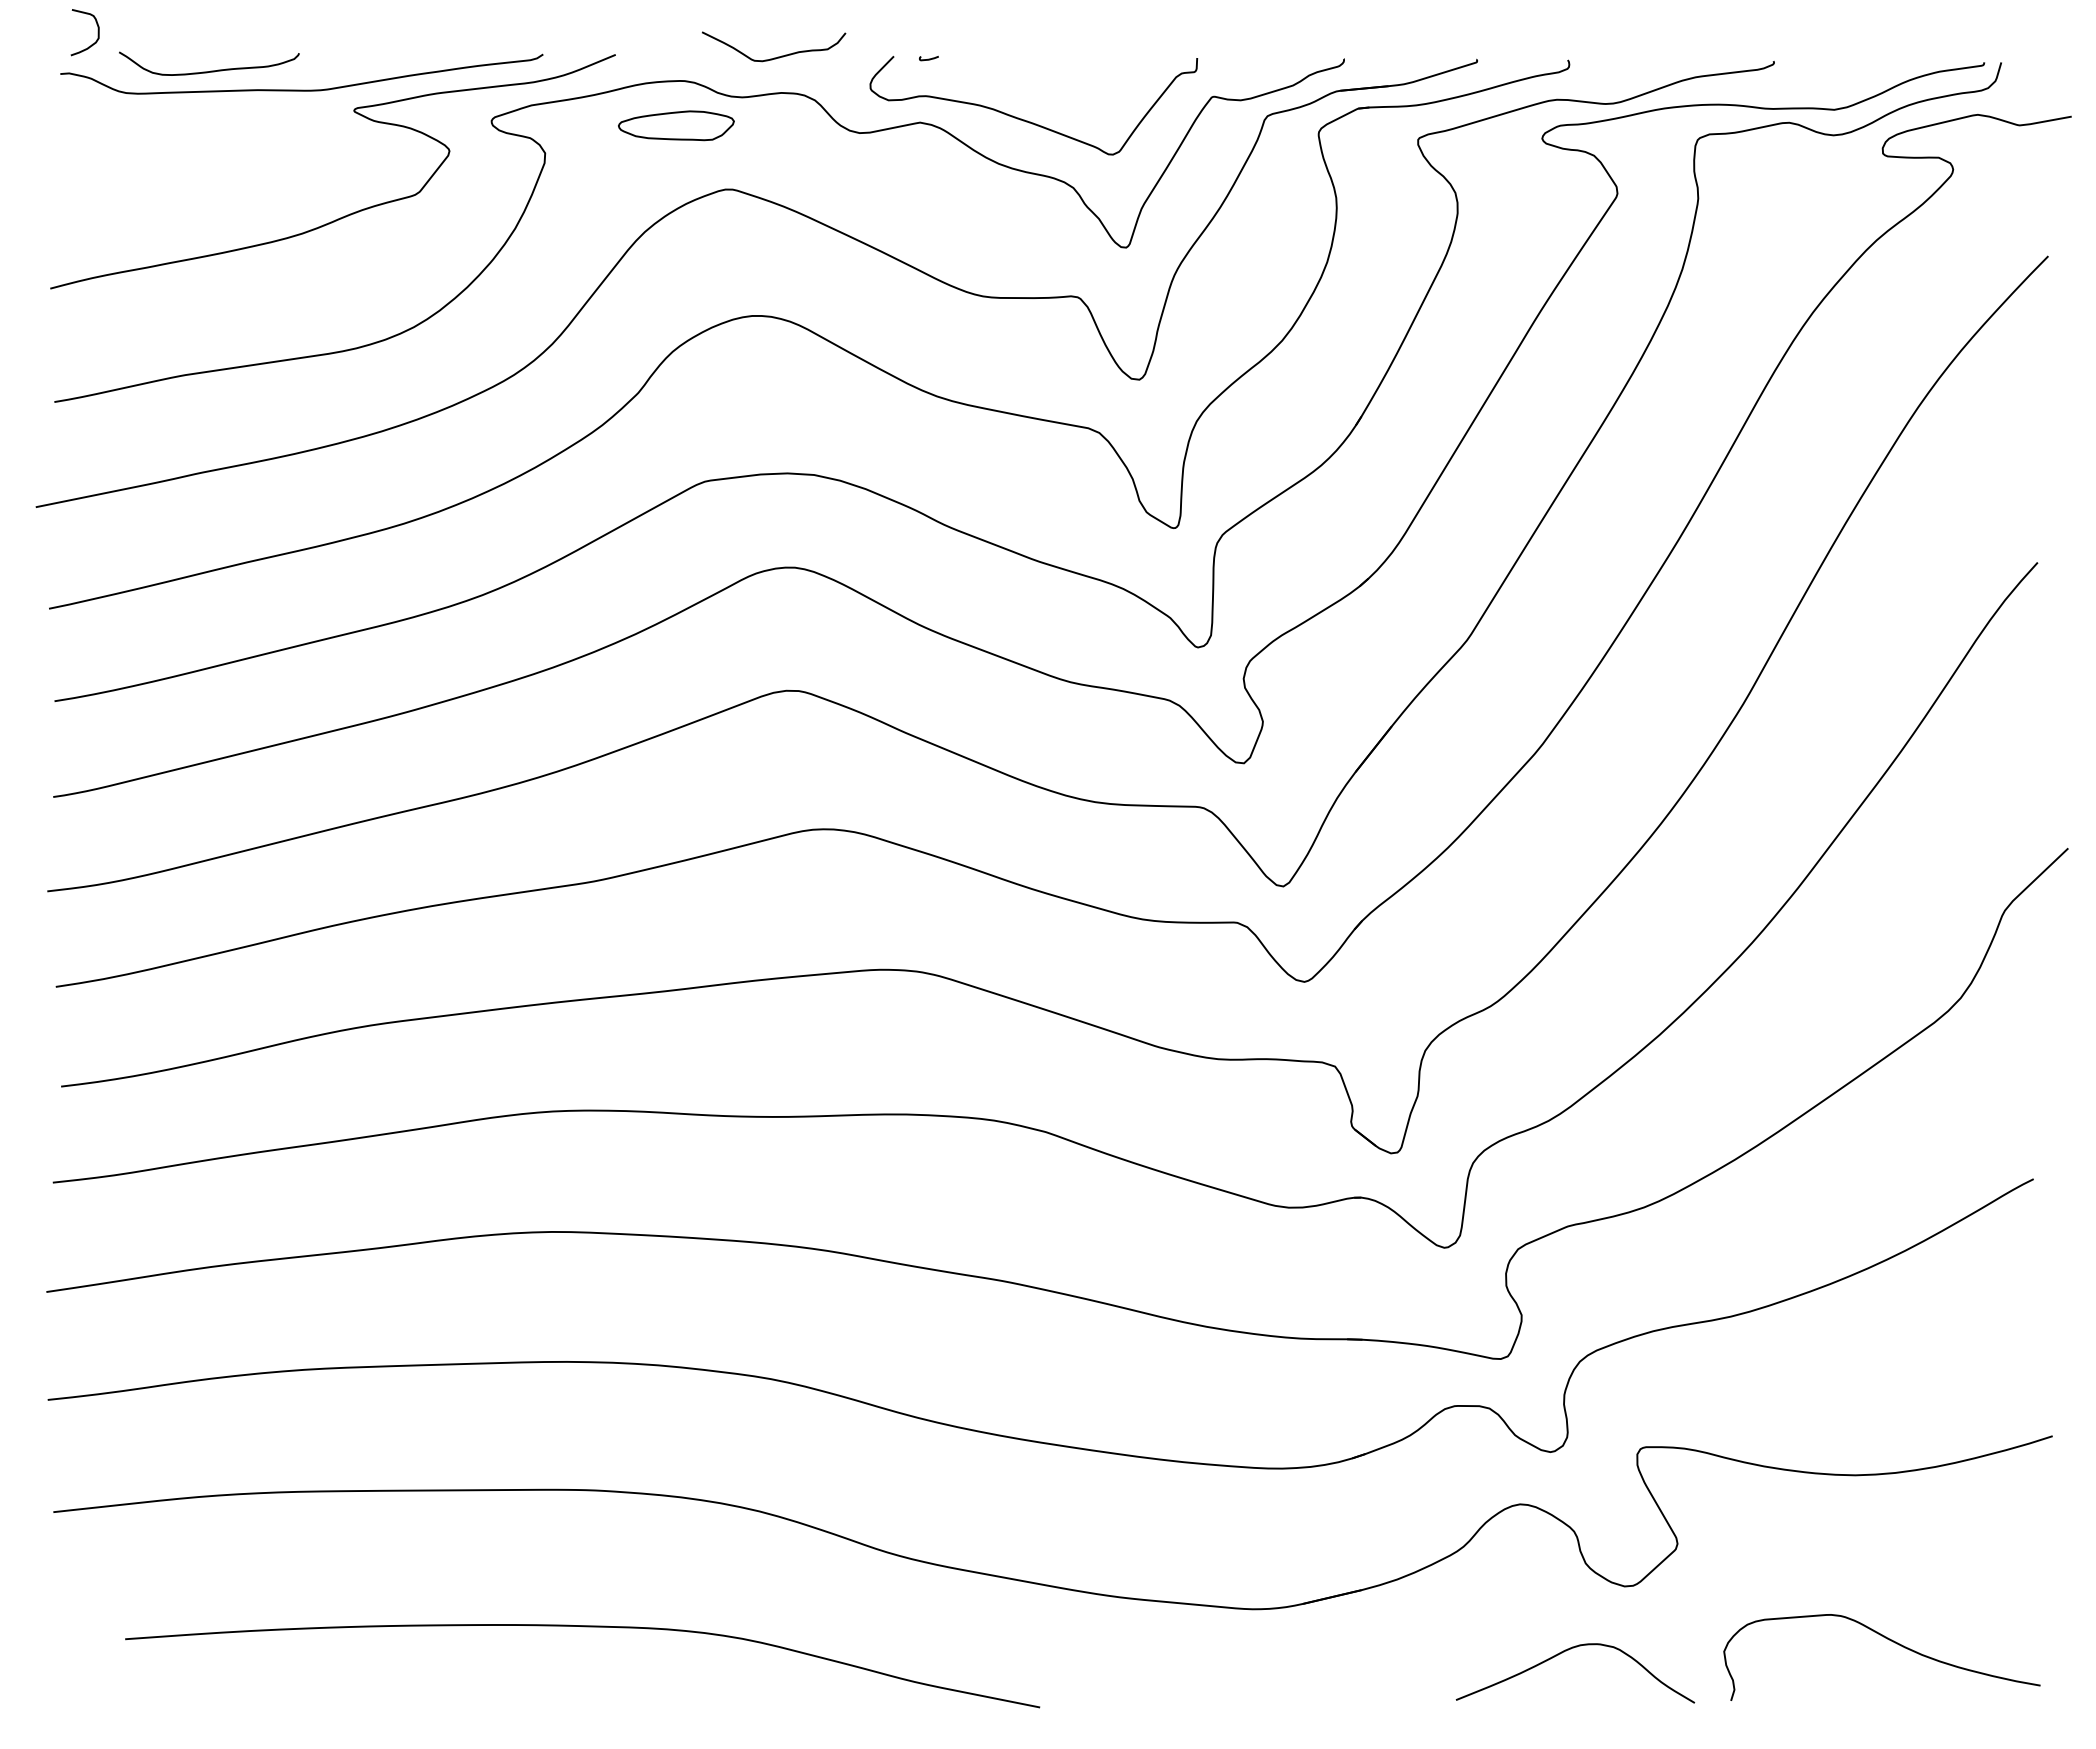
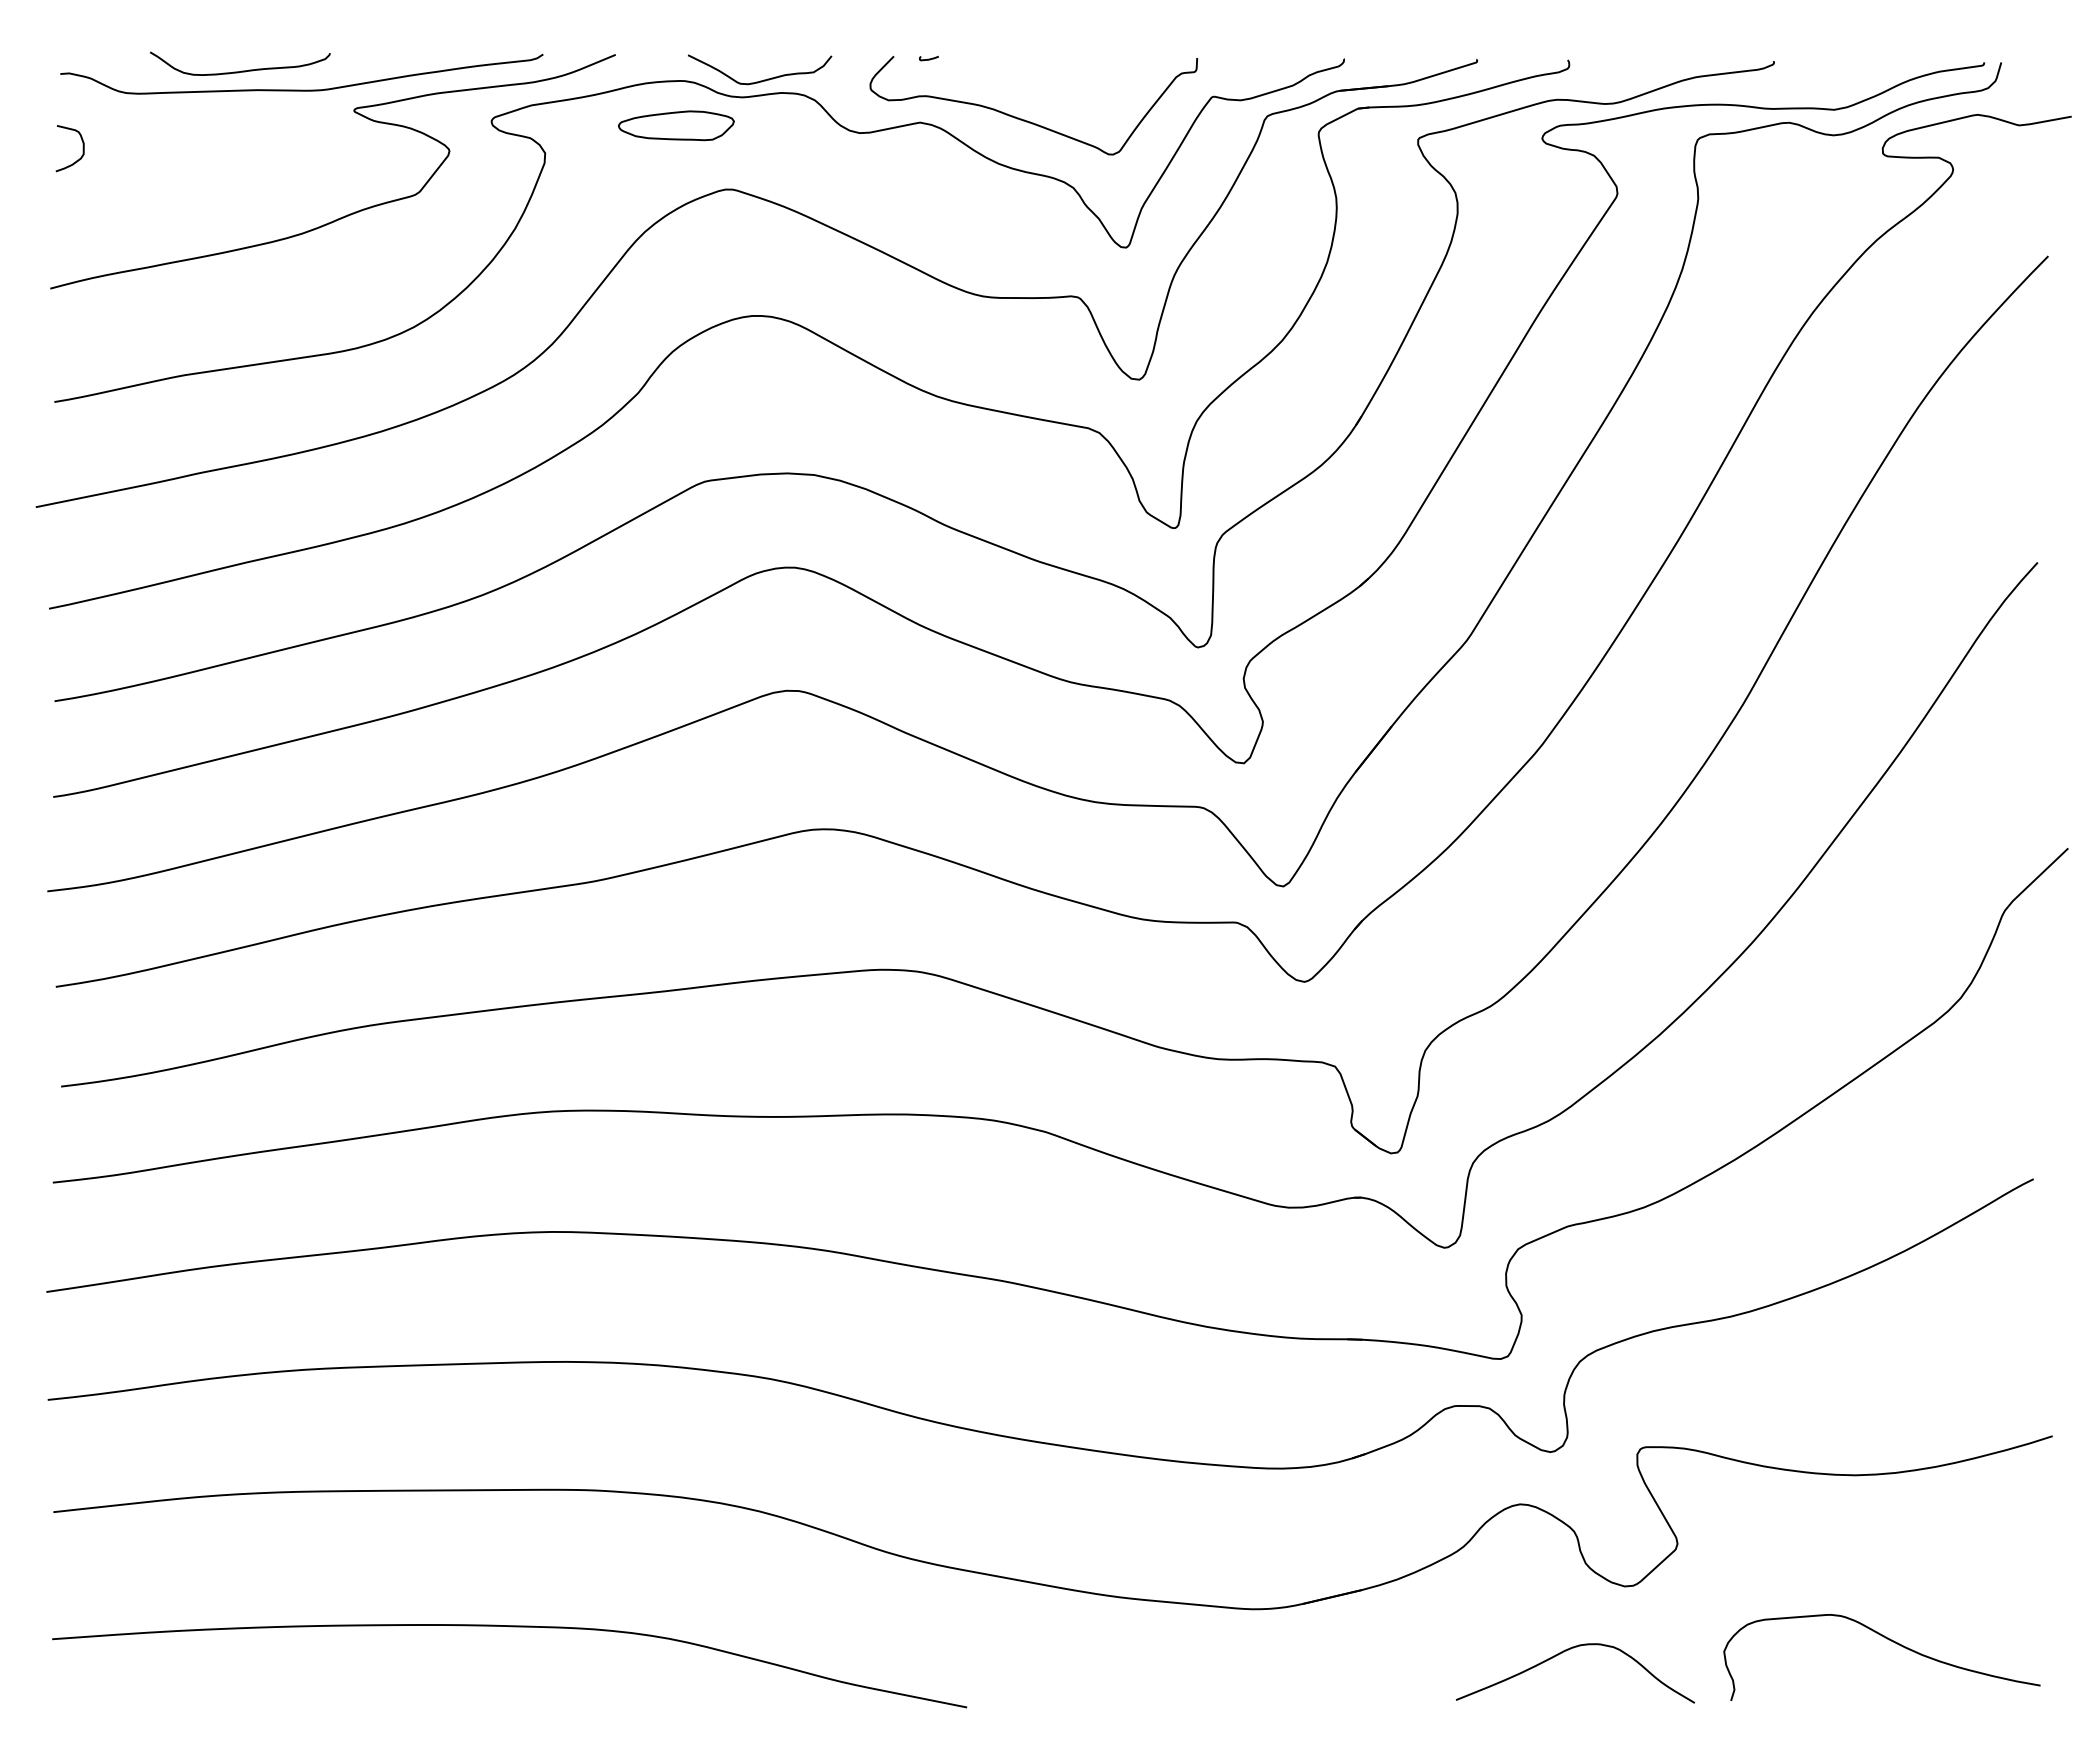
curve at (97, 32) position: (97, 32) -> (82, 148)
curve at (777, 56) position: (777, 56) -> (763, 79)
curve at (210, 70) position: (210, 70) -> (241, 70)
curve at (583, 1627) position: (583, 1627) -> (510, 1627)
